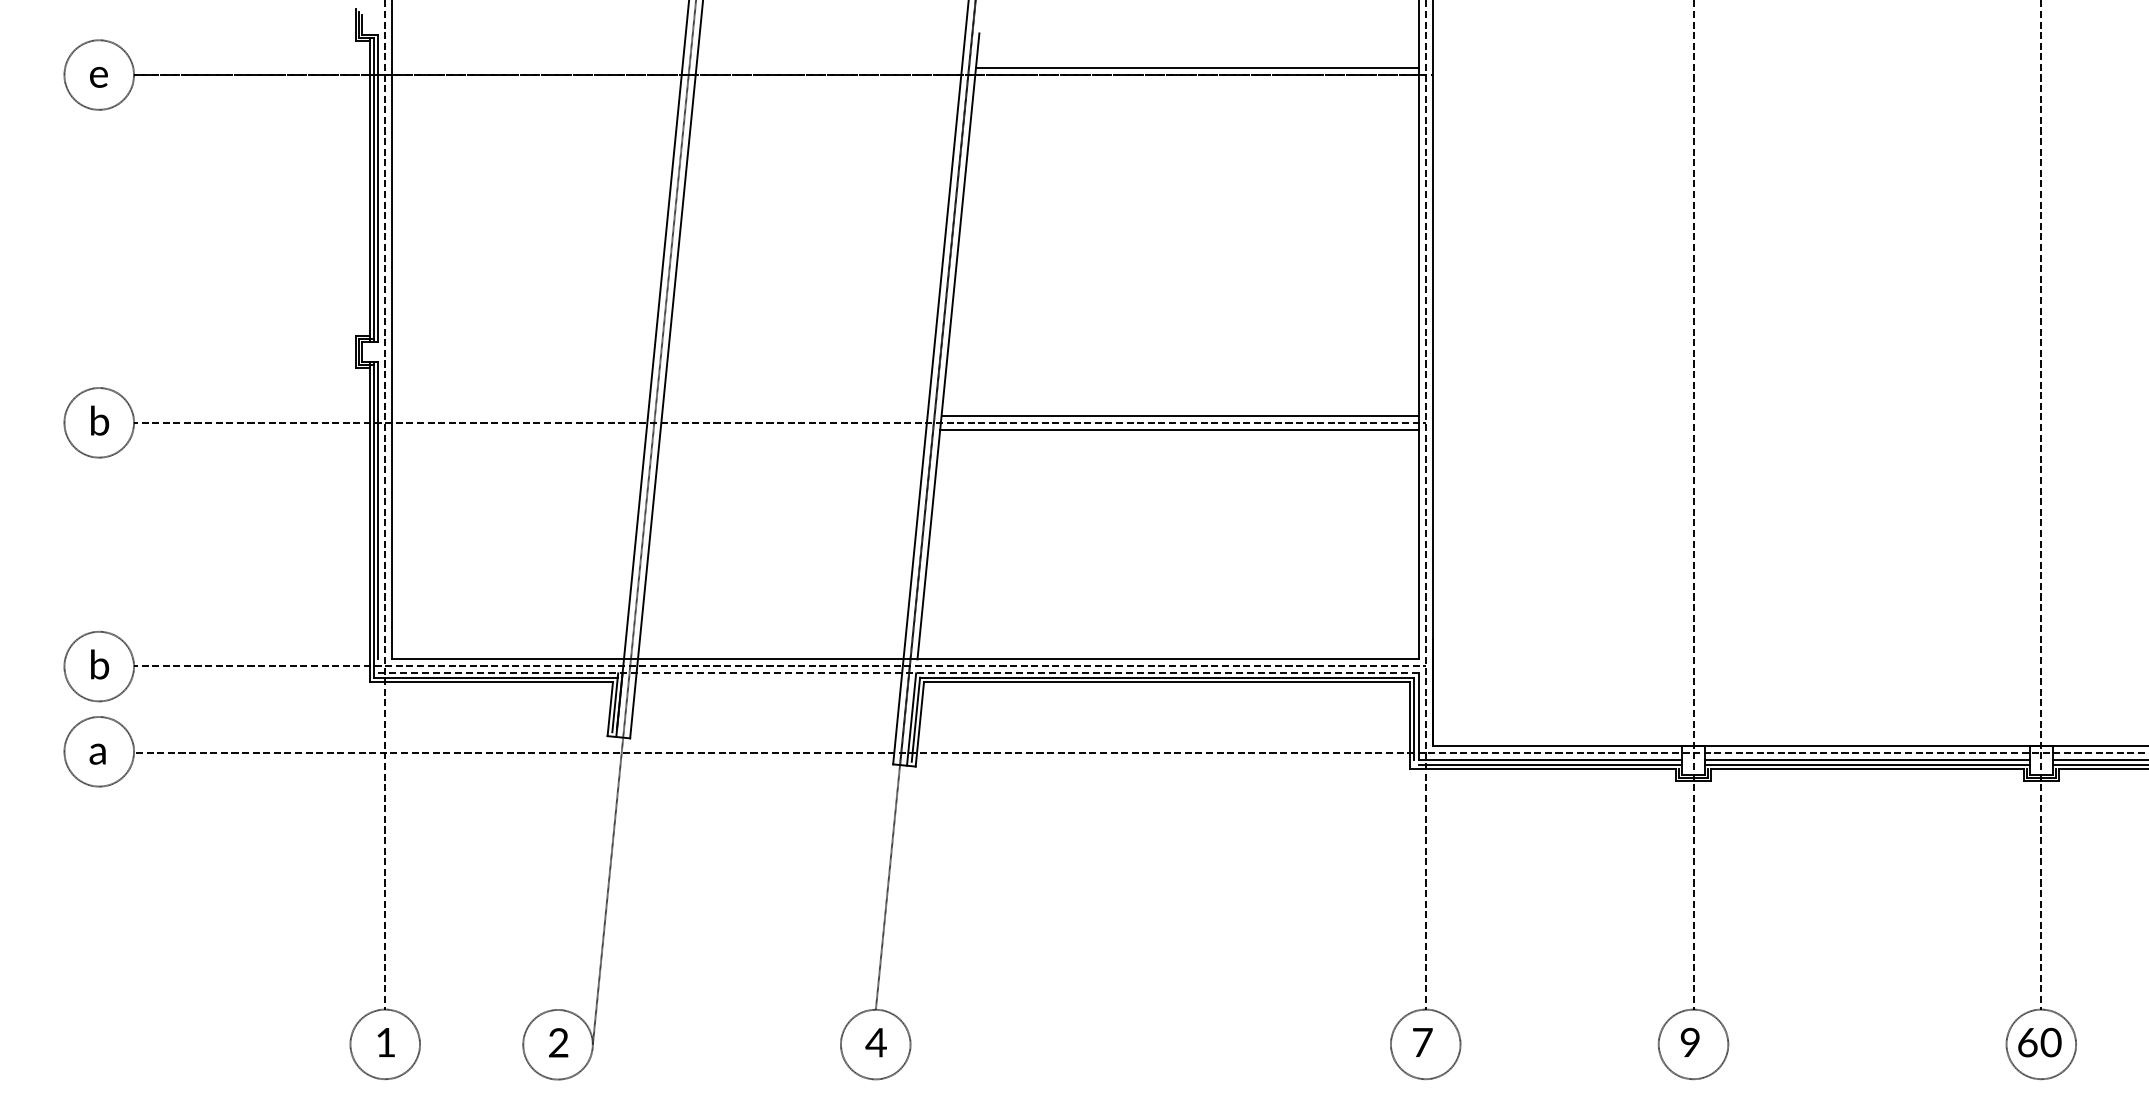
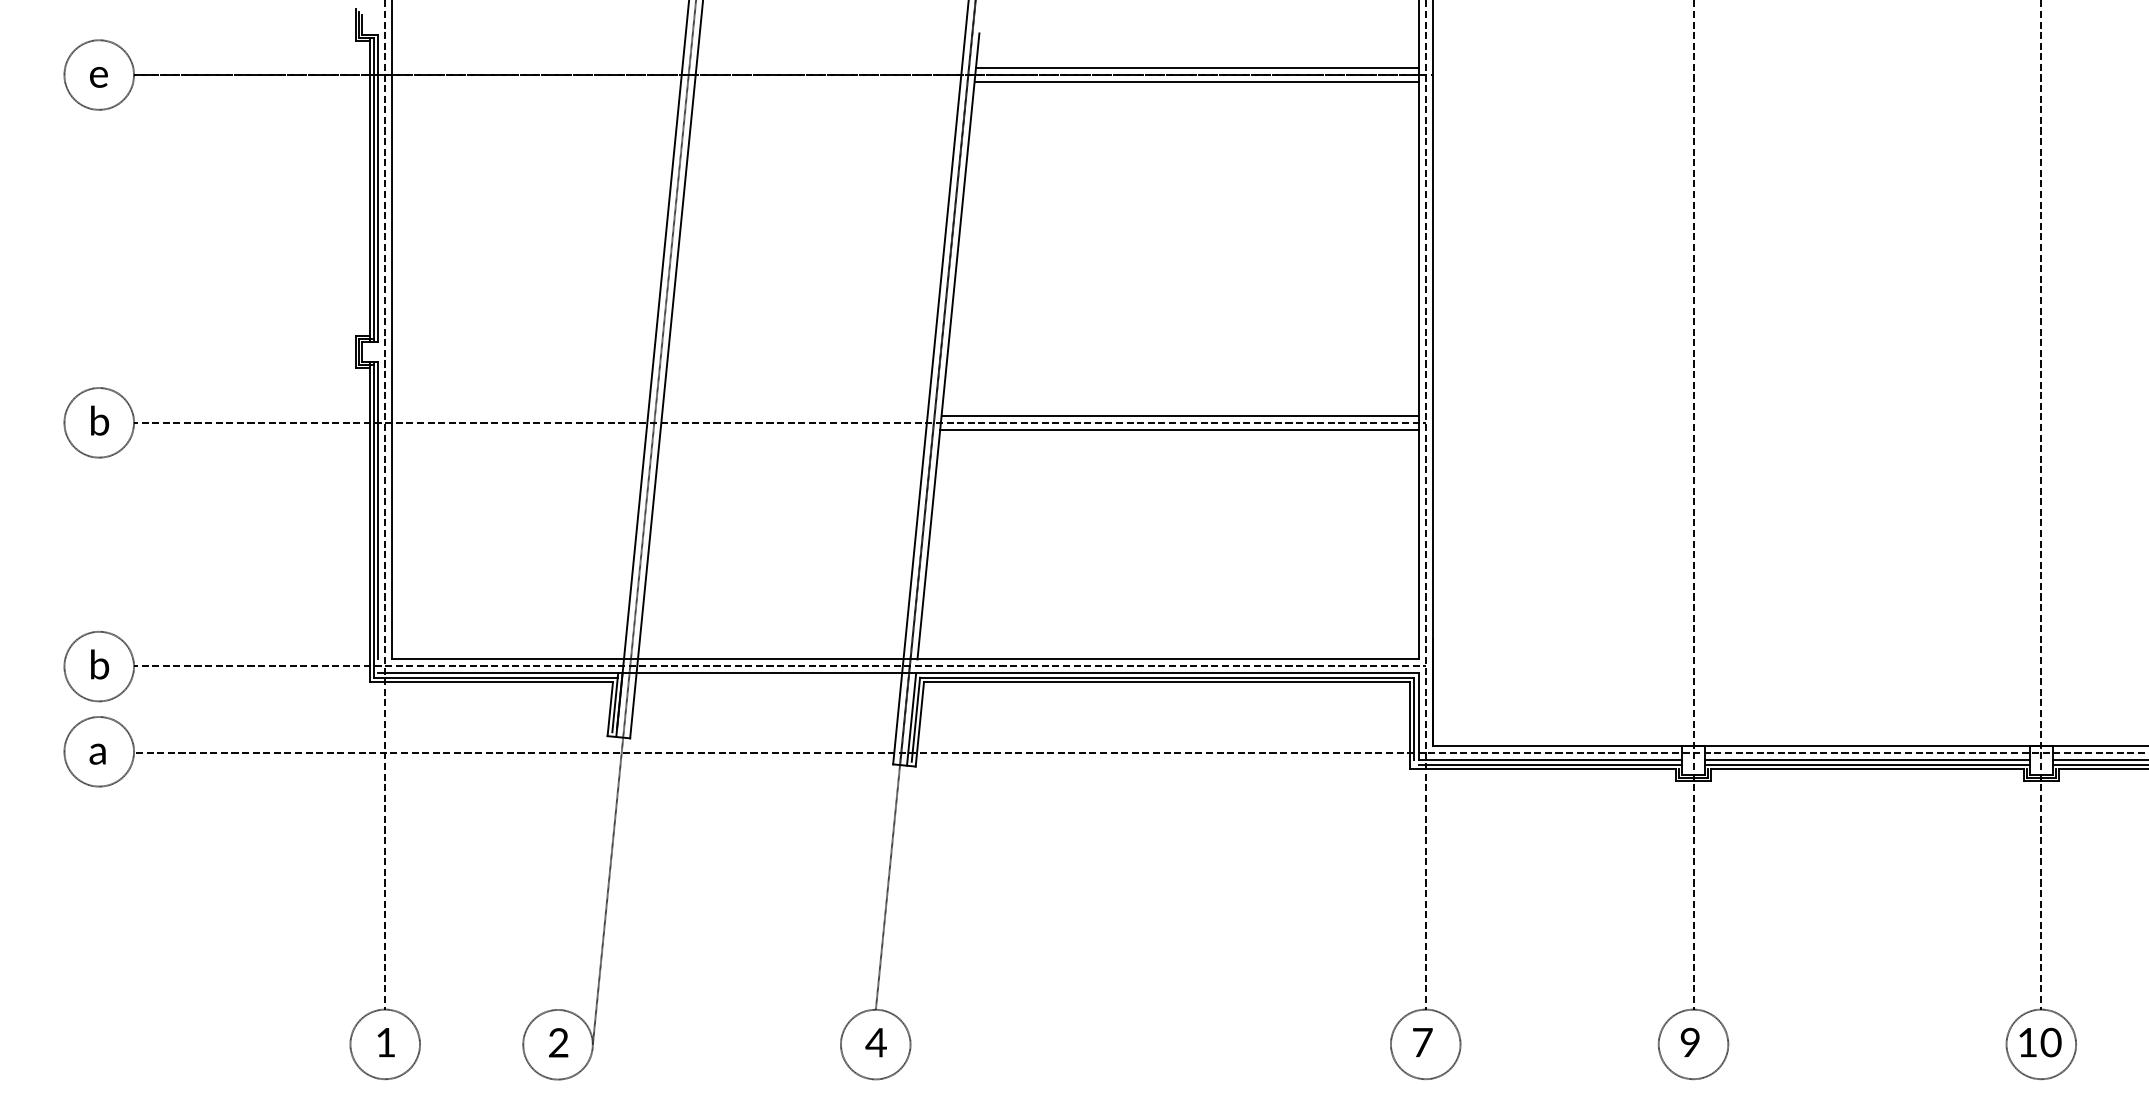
line at (1196, 82): none -> present
line at (898, 673): dashed -> solid
text at (2027, 1042): 60 -> 10
